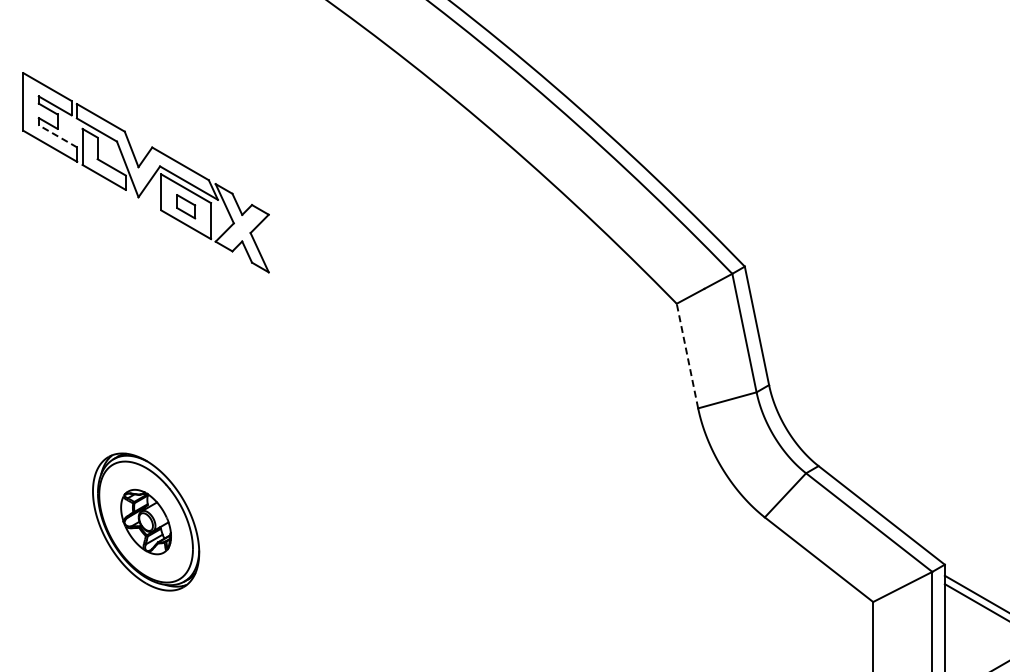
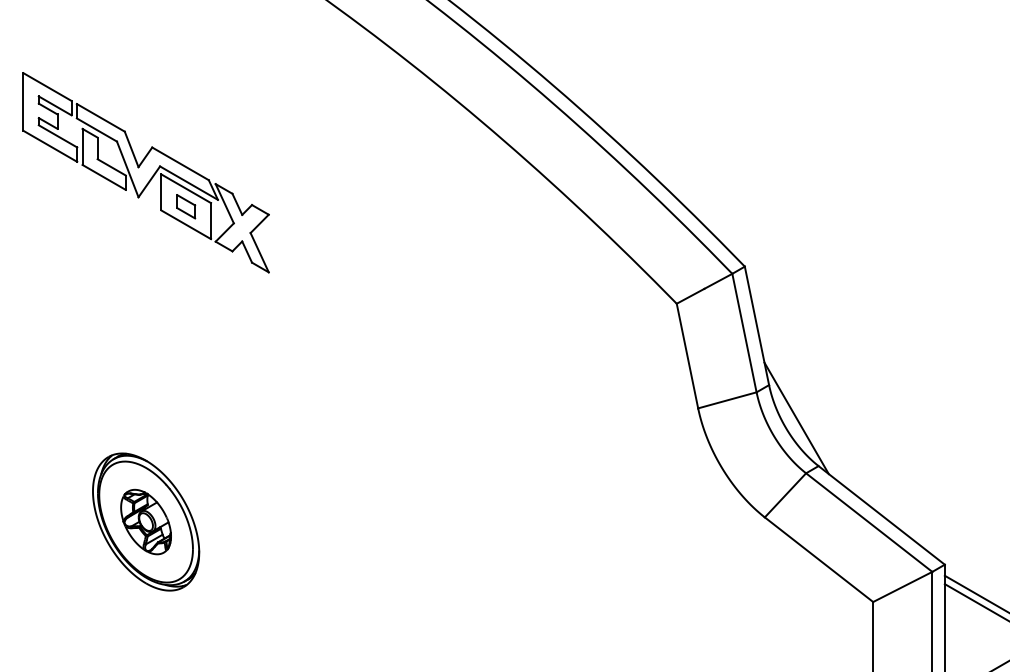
line at (57, 136): dashed -> solid
line at (687, 355): dashed -> solid
line at (796, 418): none -> present
